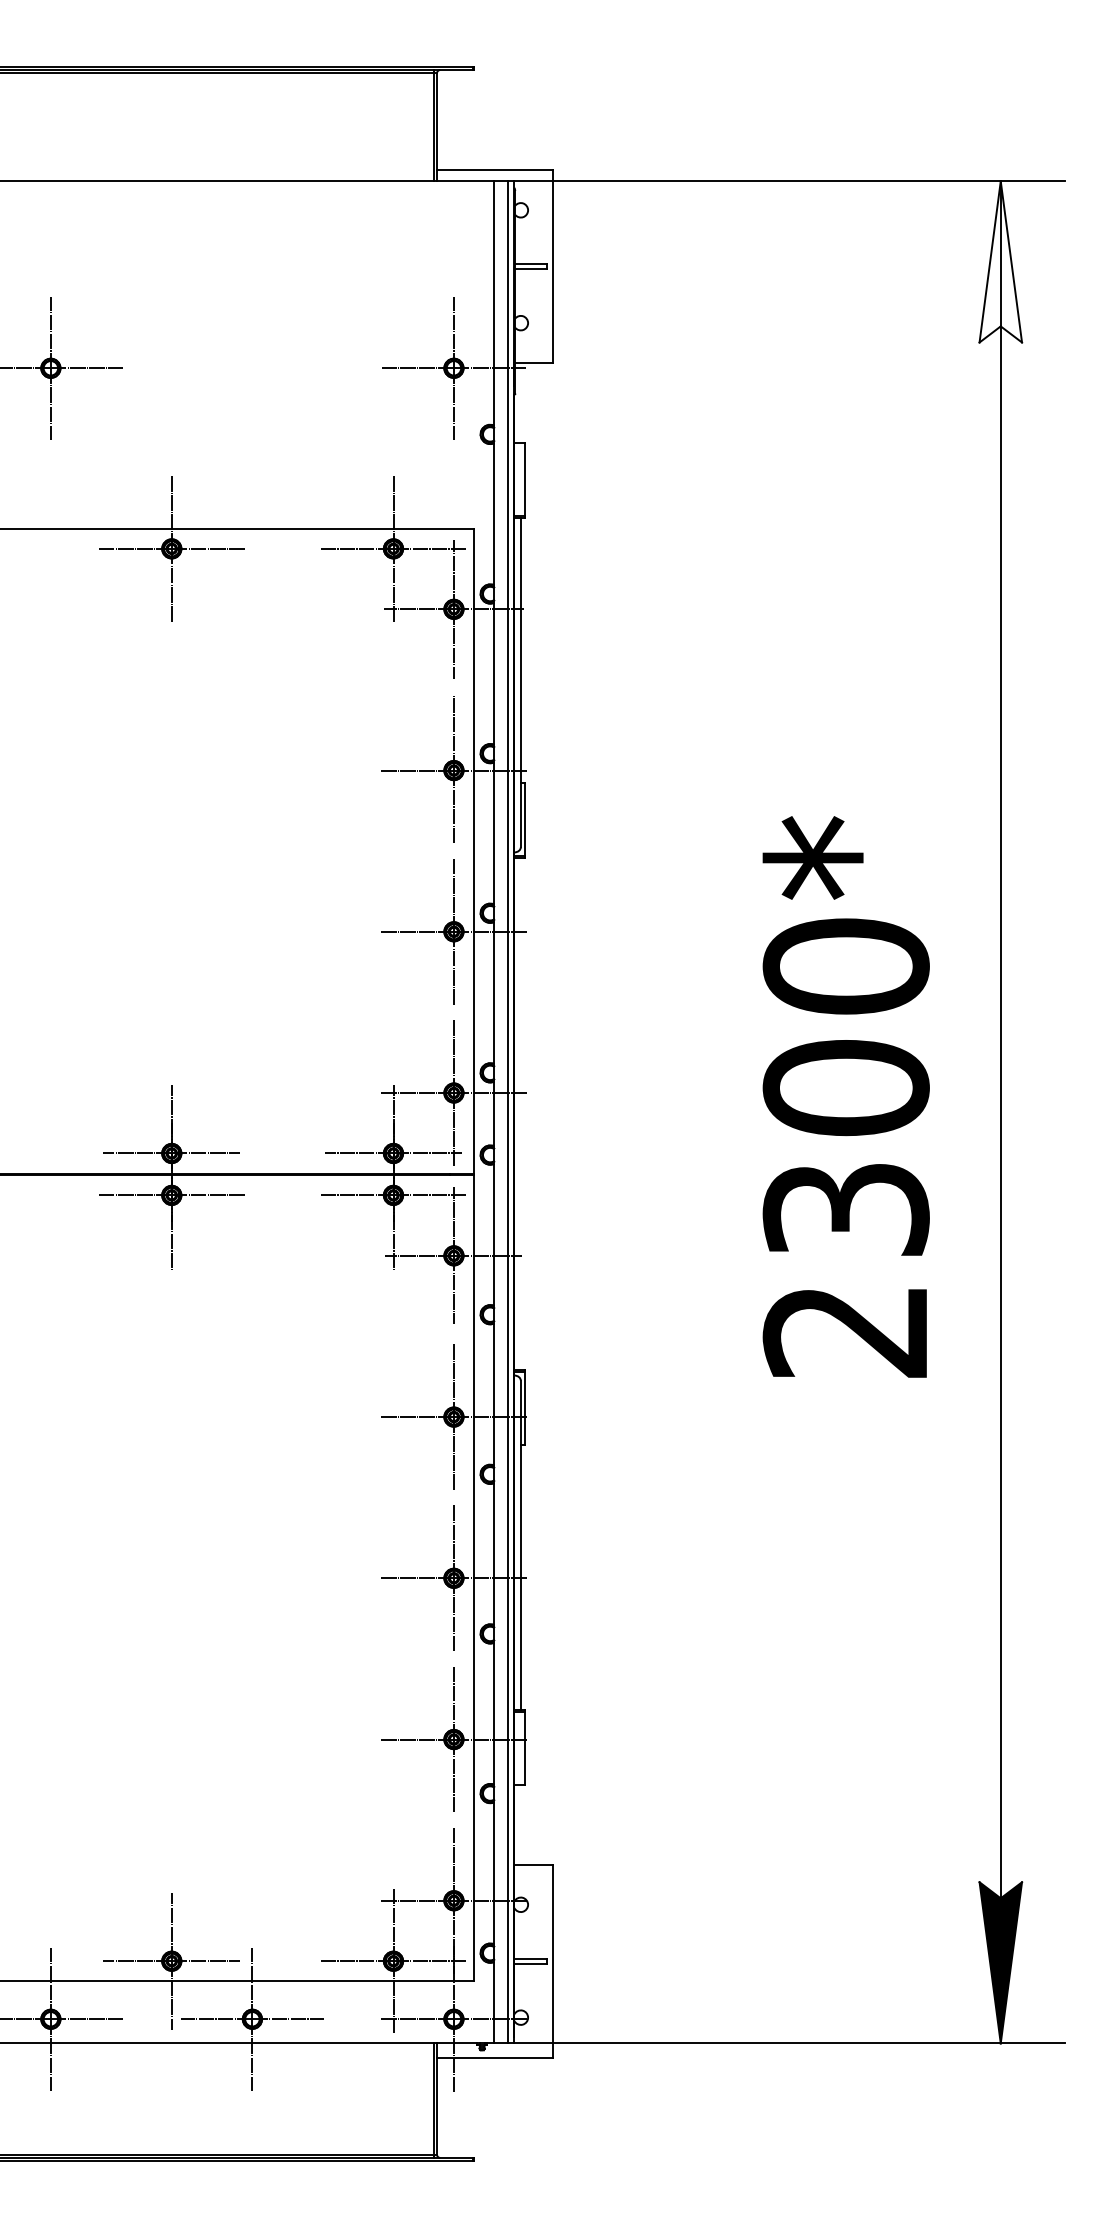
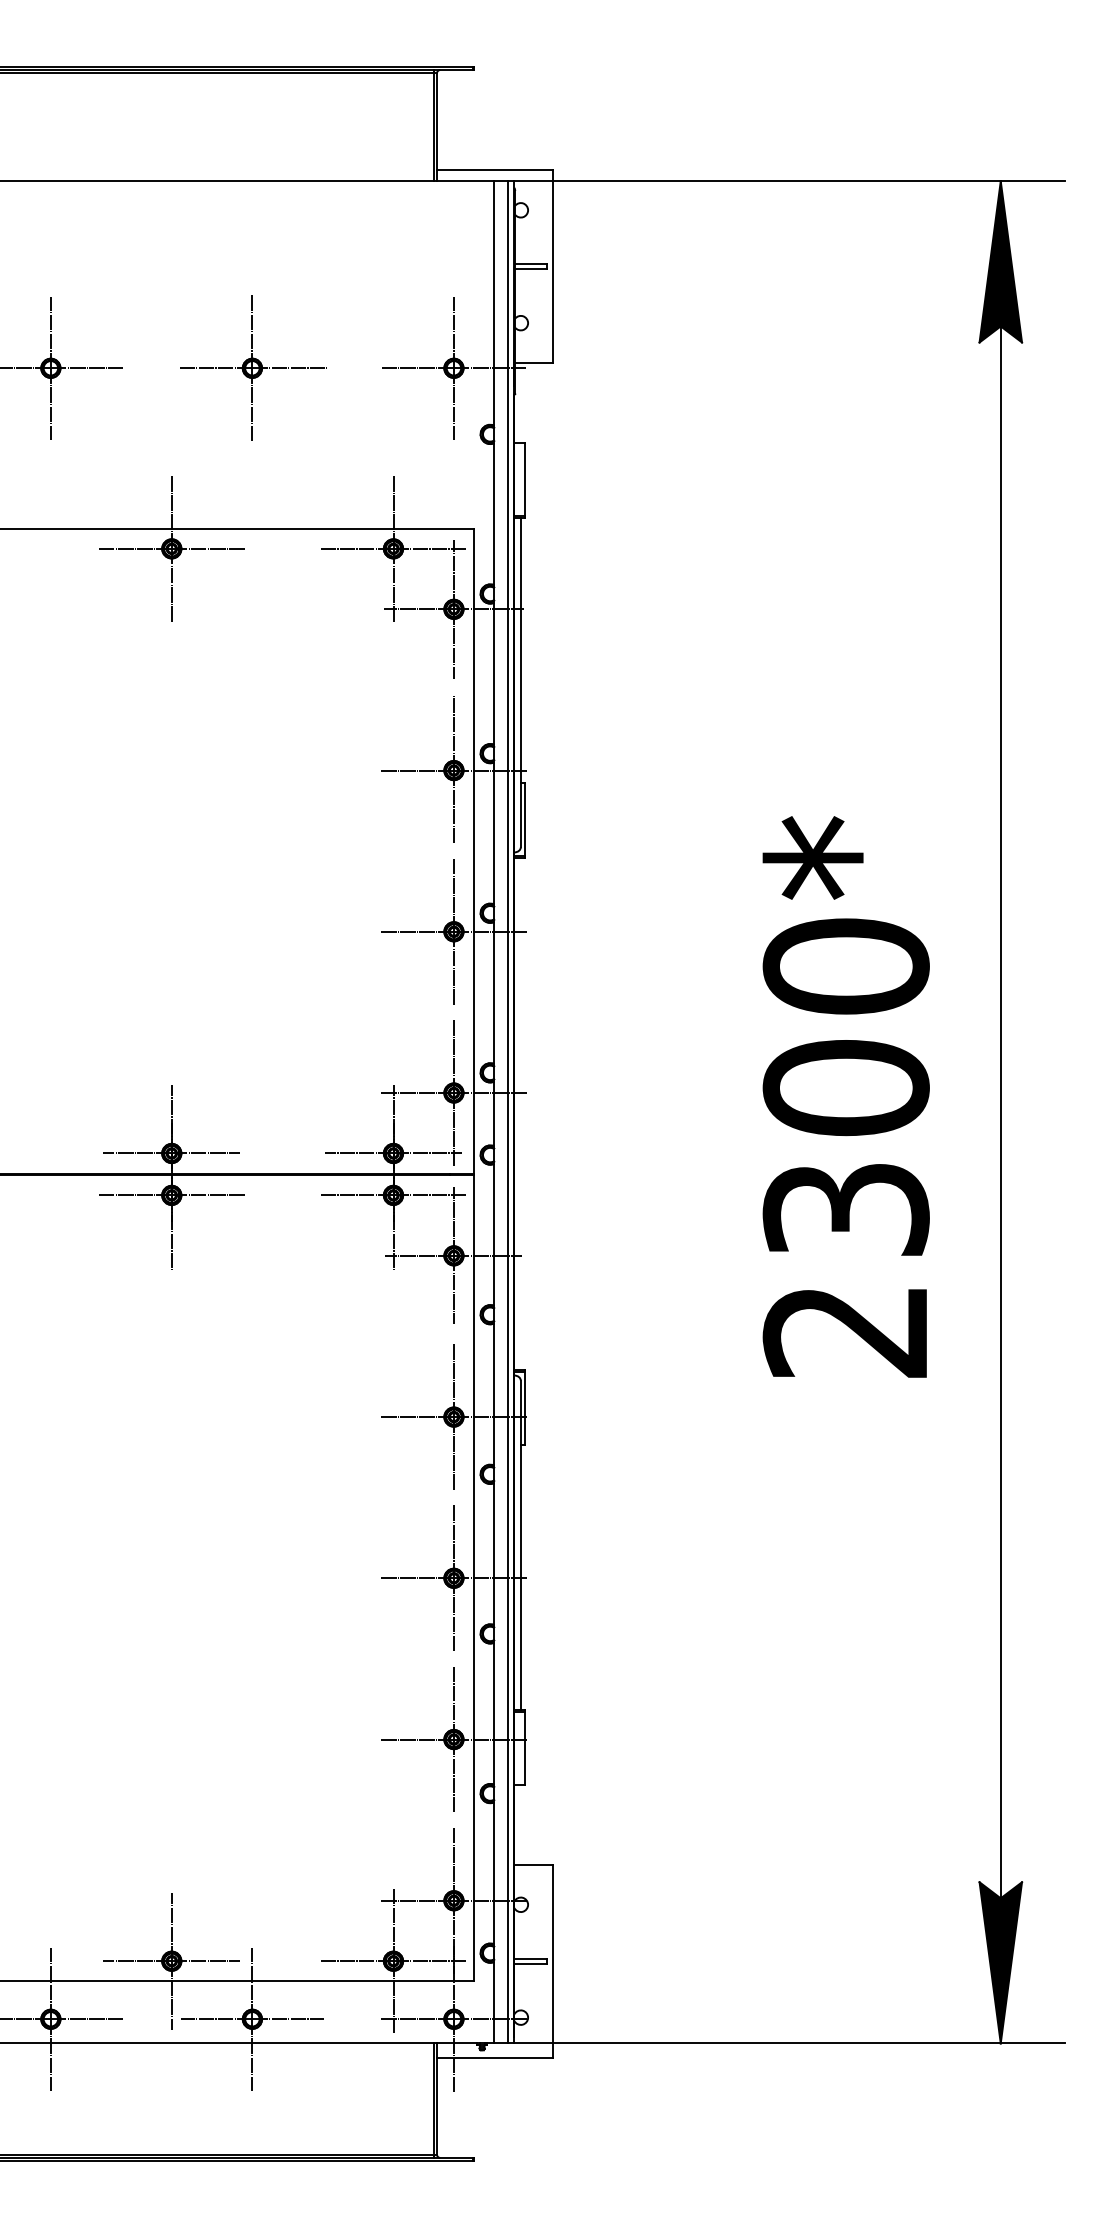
fill at (1000, 261): none -> present
part at (253, 367): none -> present
